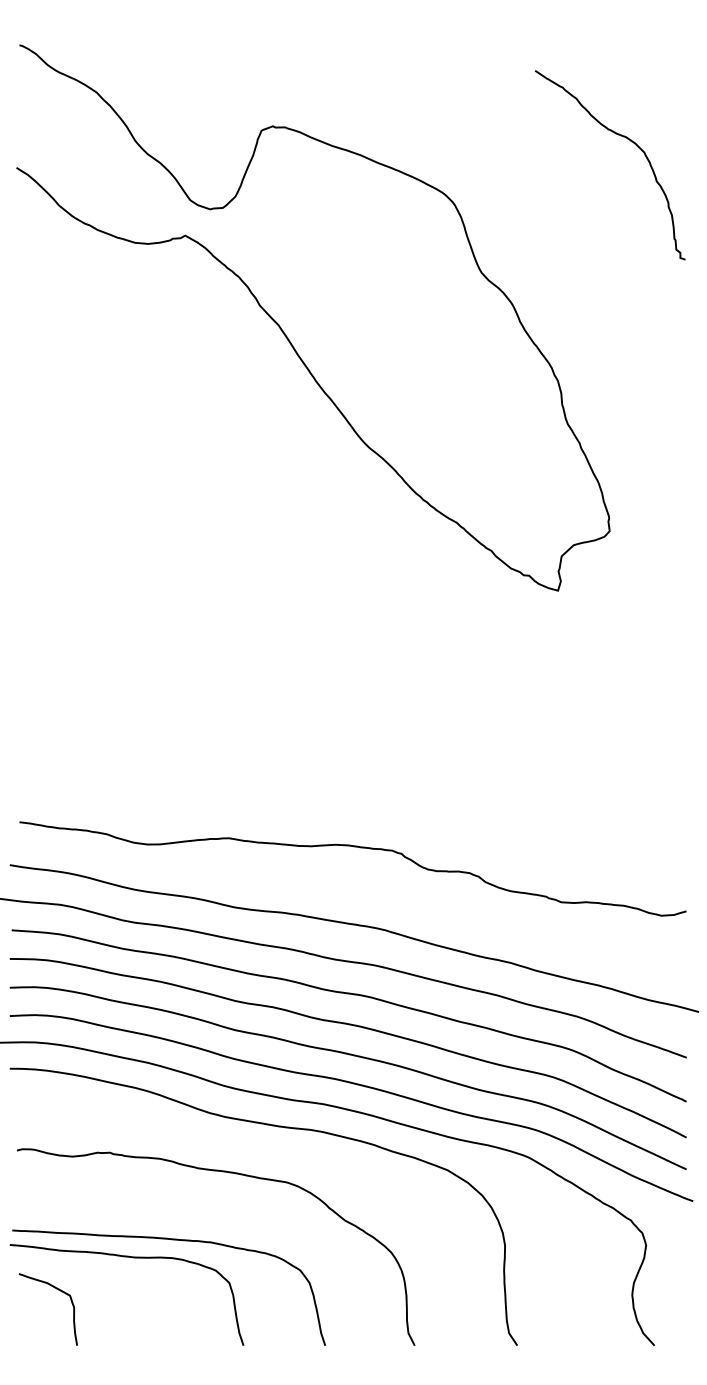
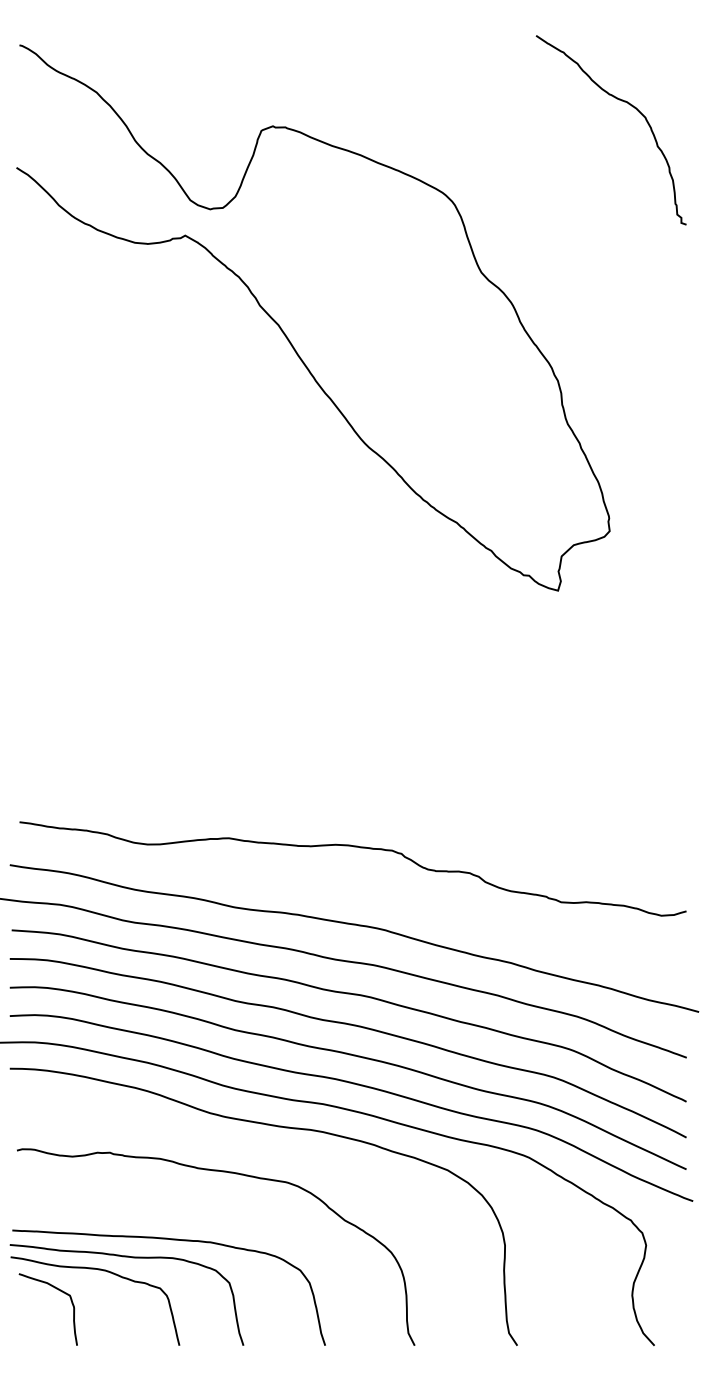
curve at (620, 136) position: (620, 136) -> (621, 101)
curve at (103, 1271): none -> present
